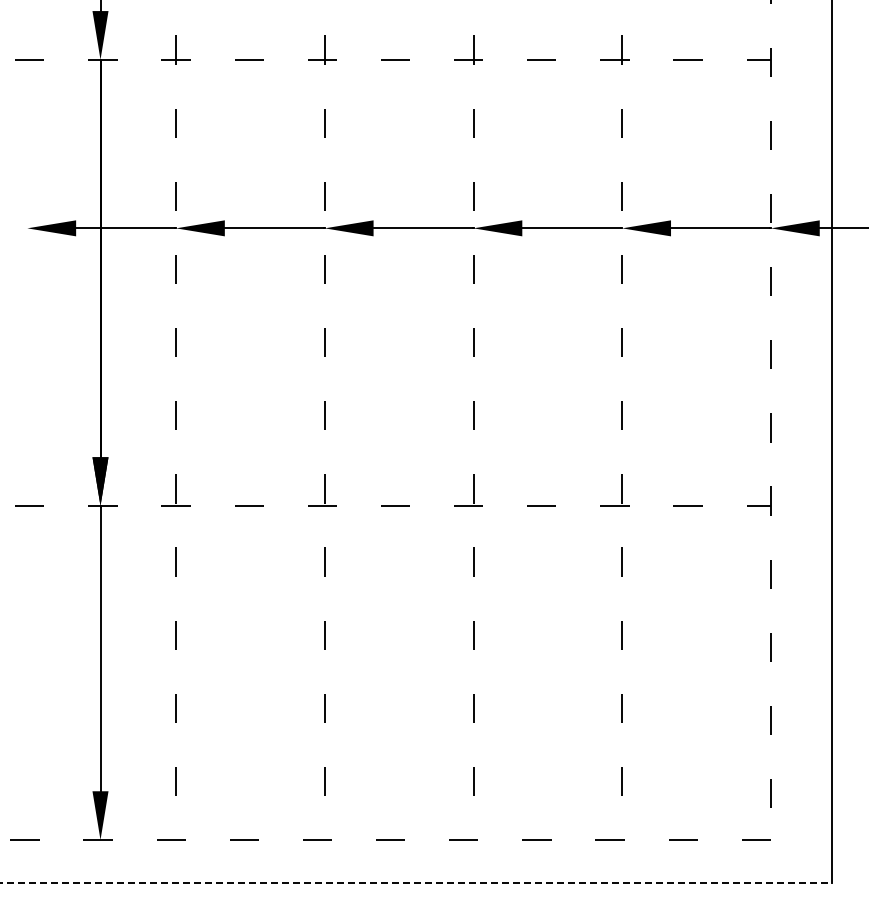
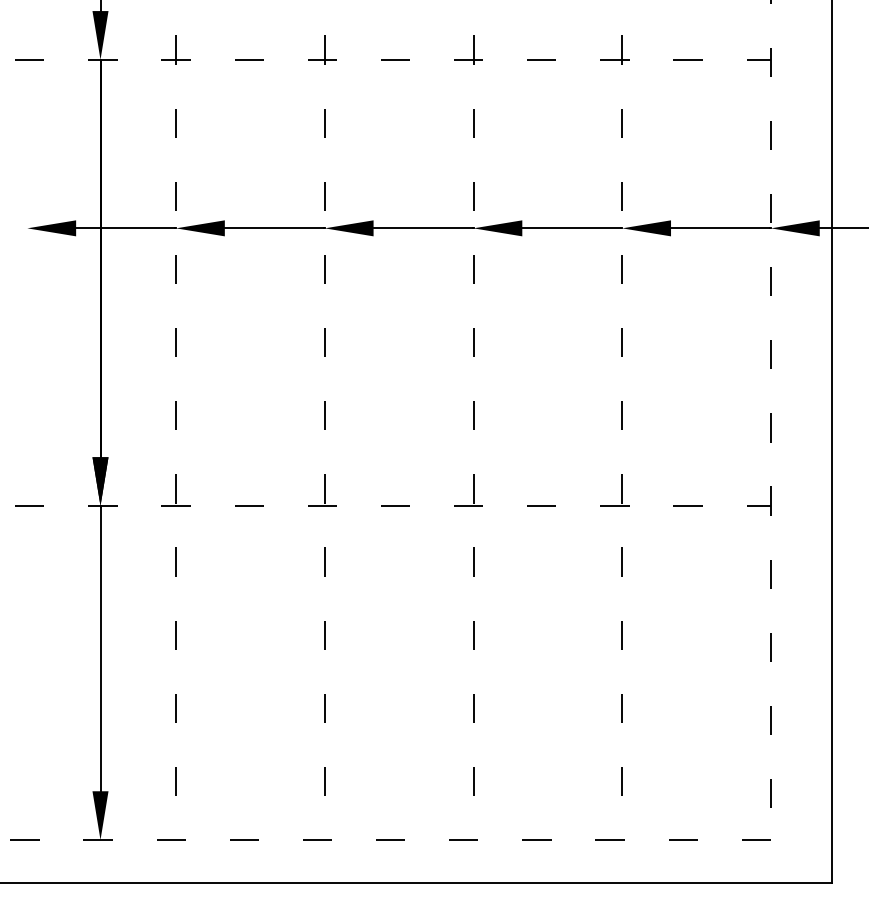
line at (415, 882): dashed -> solid
